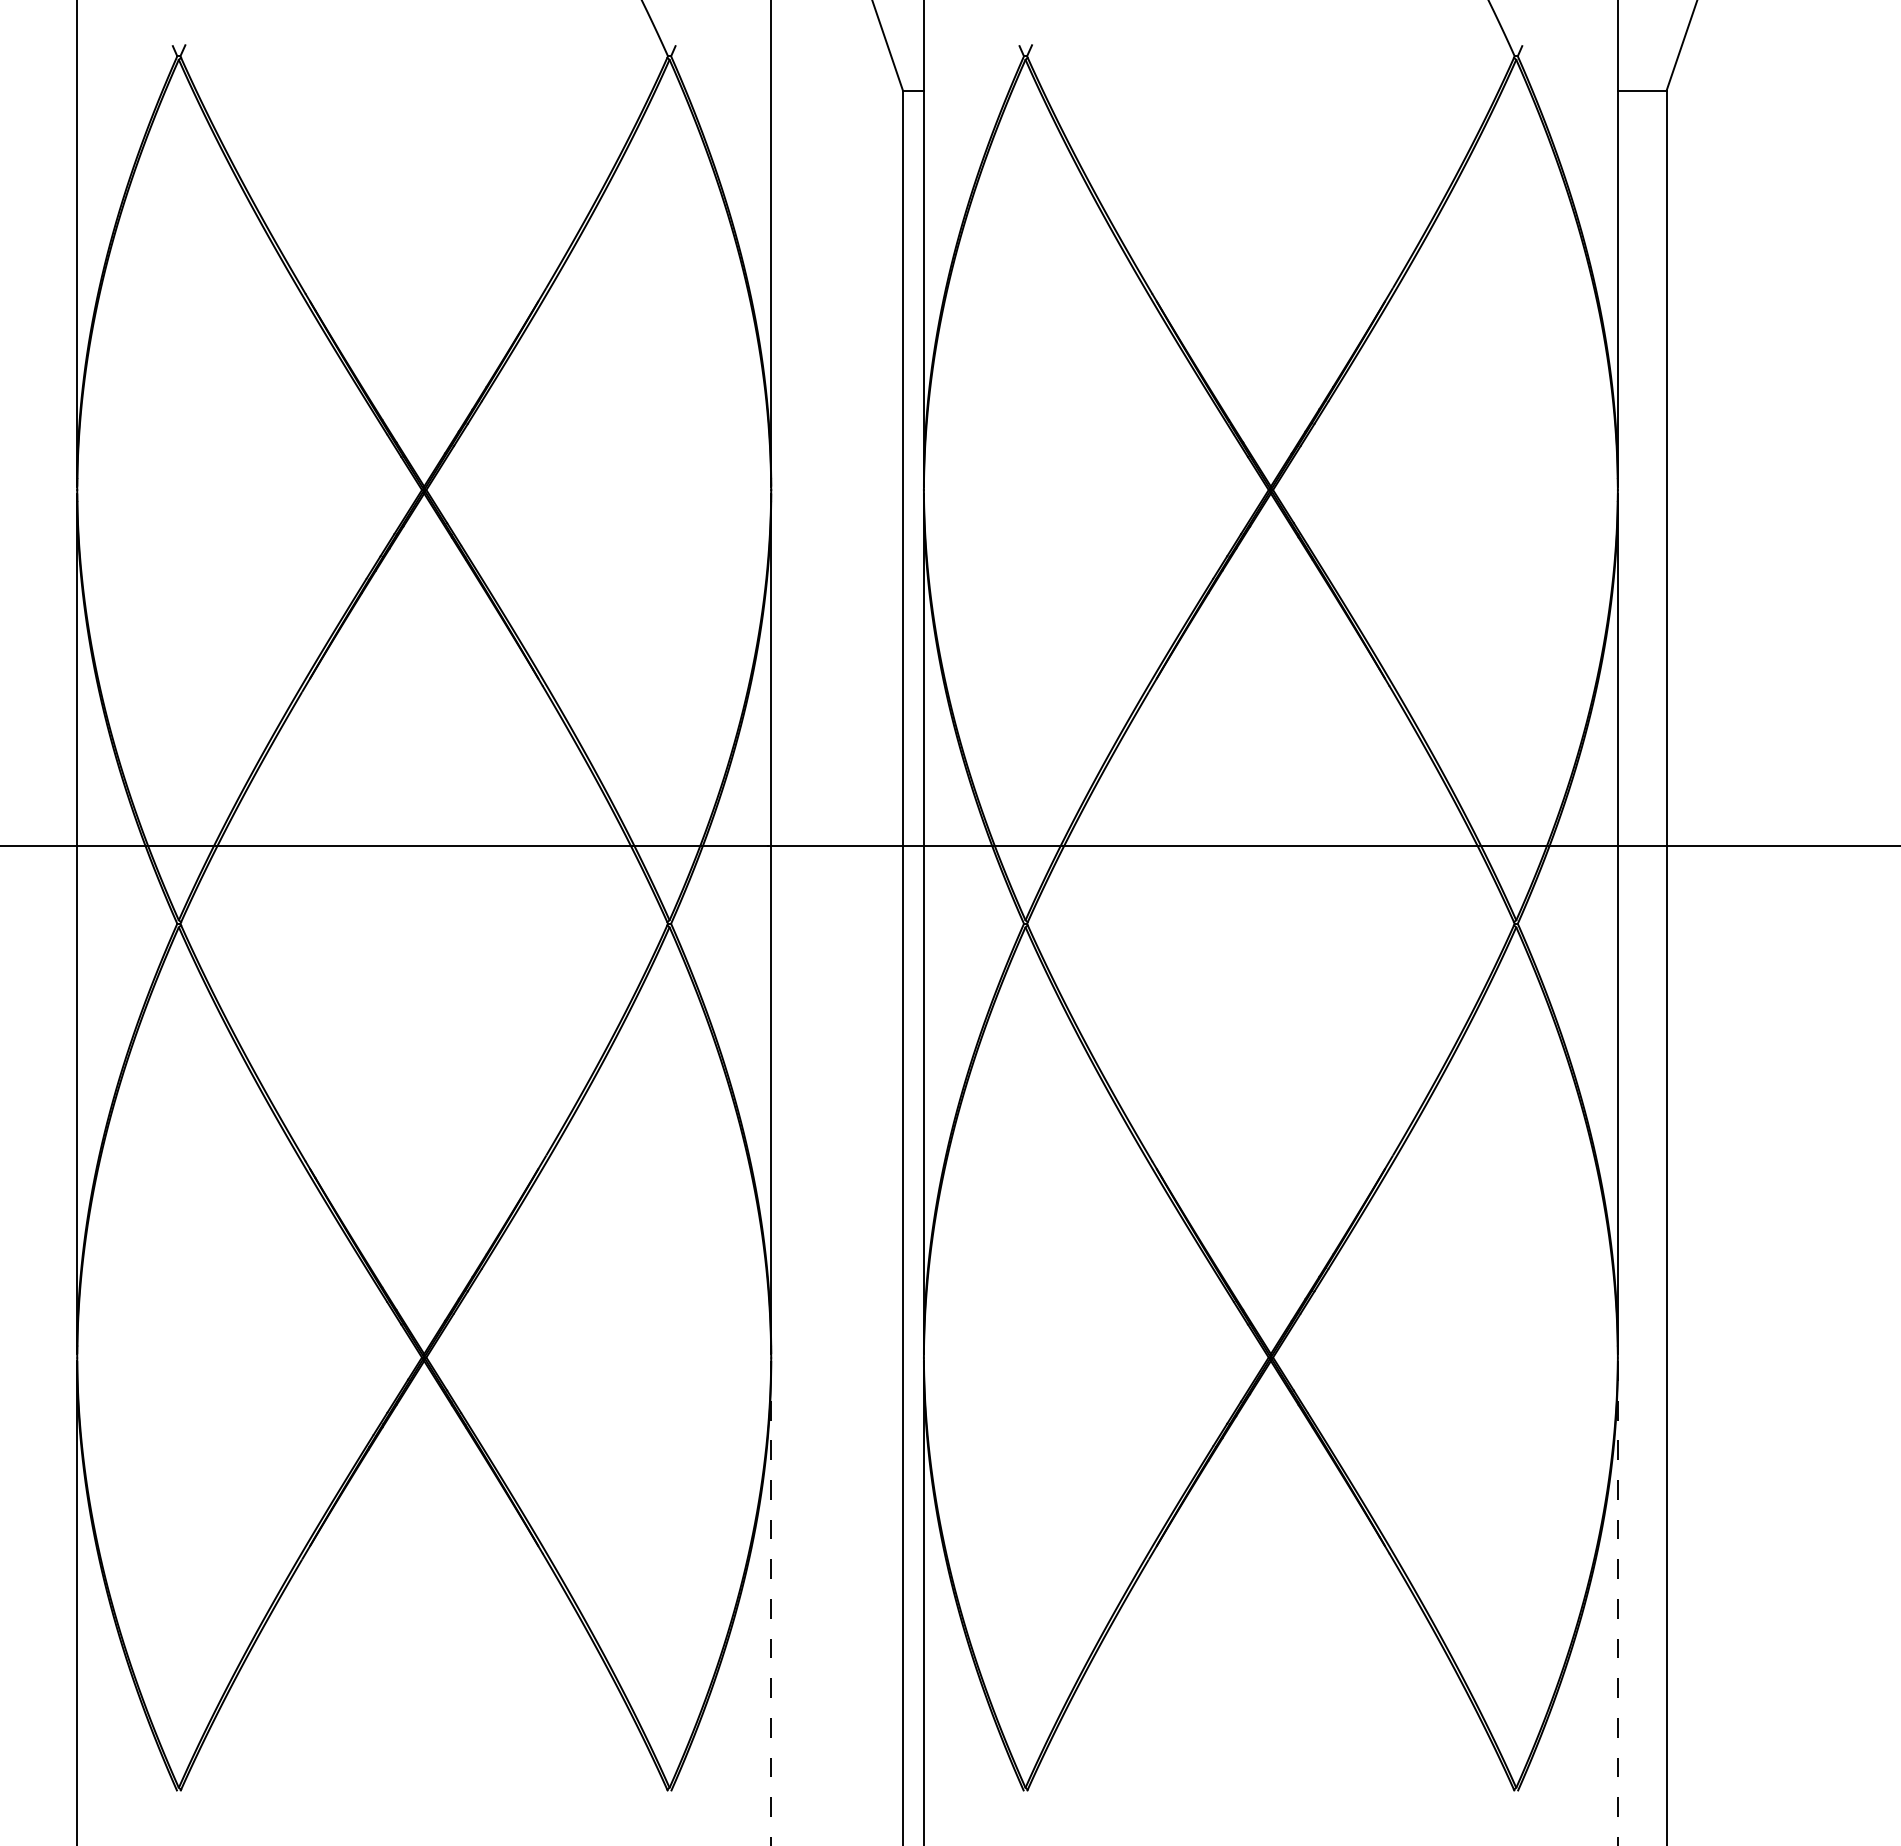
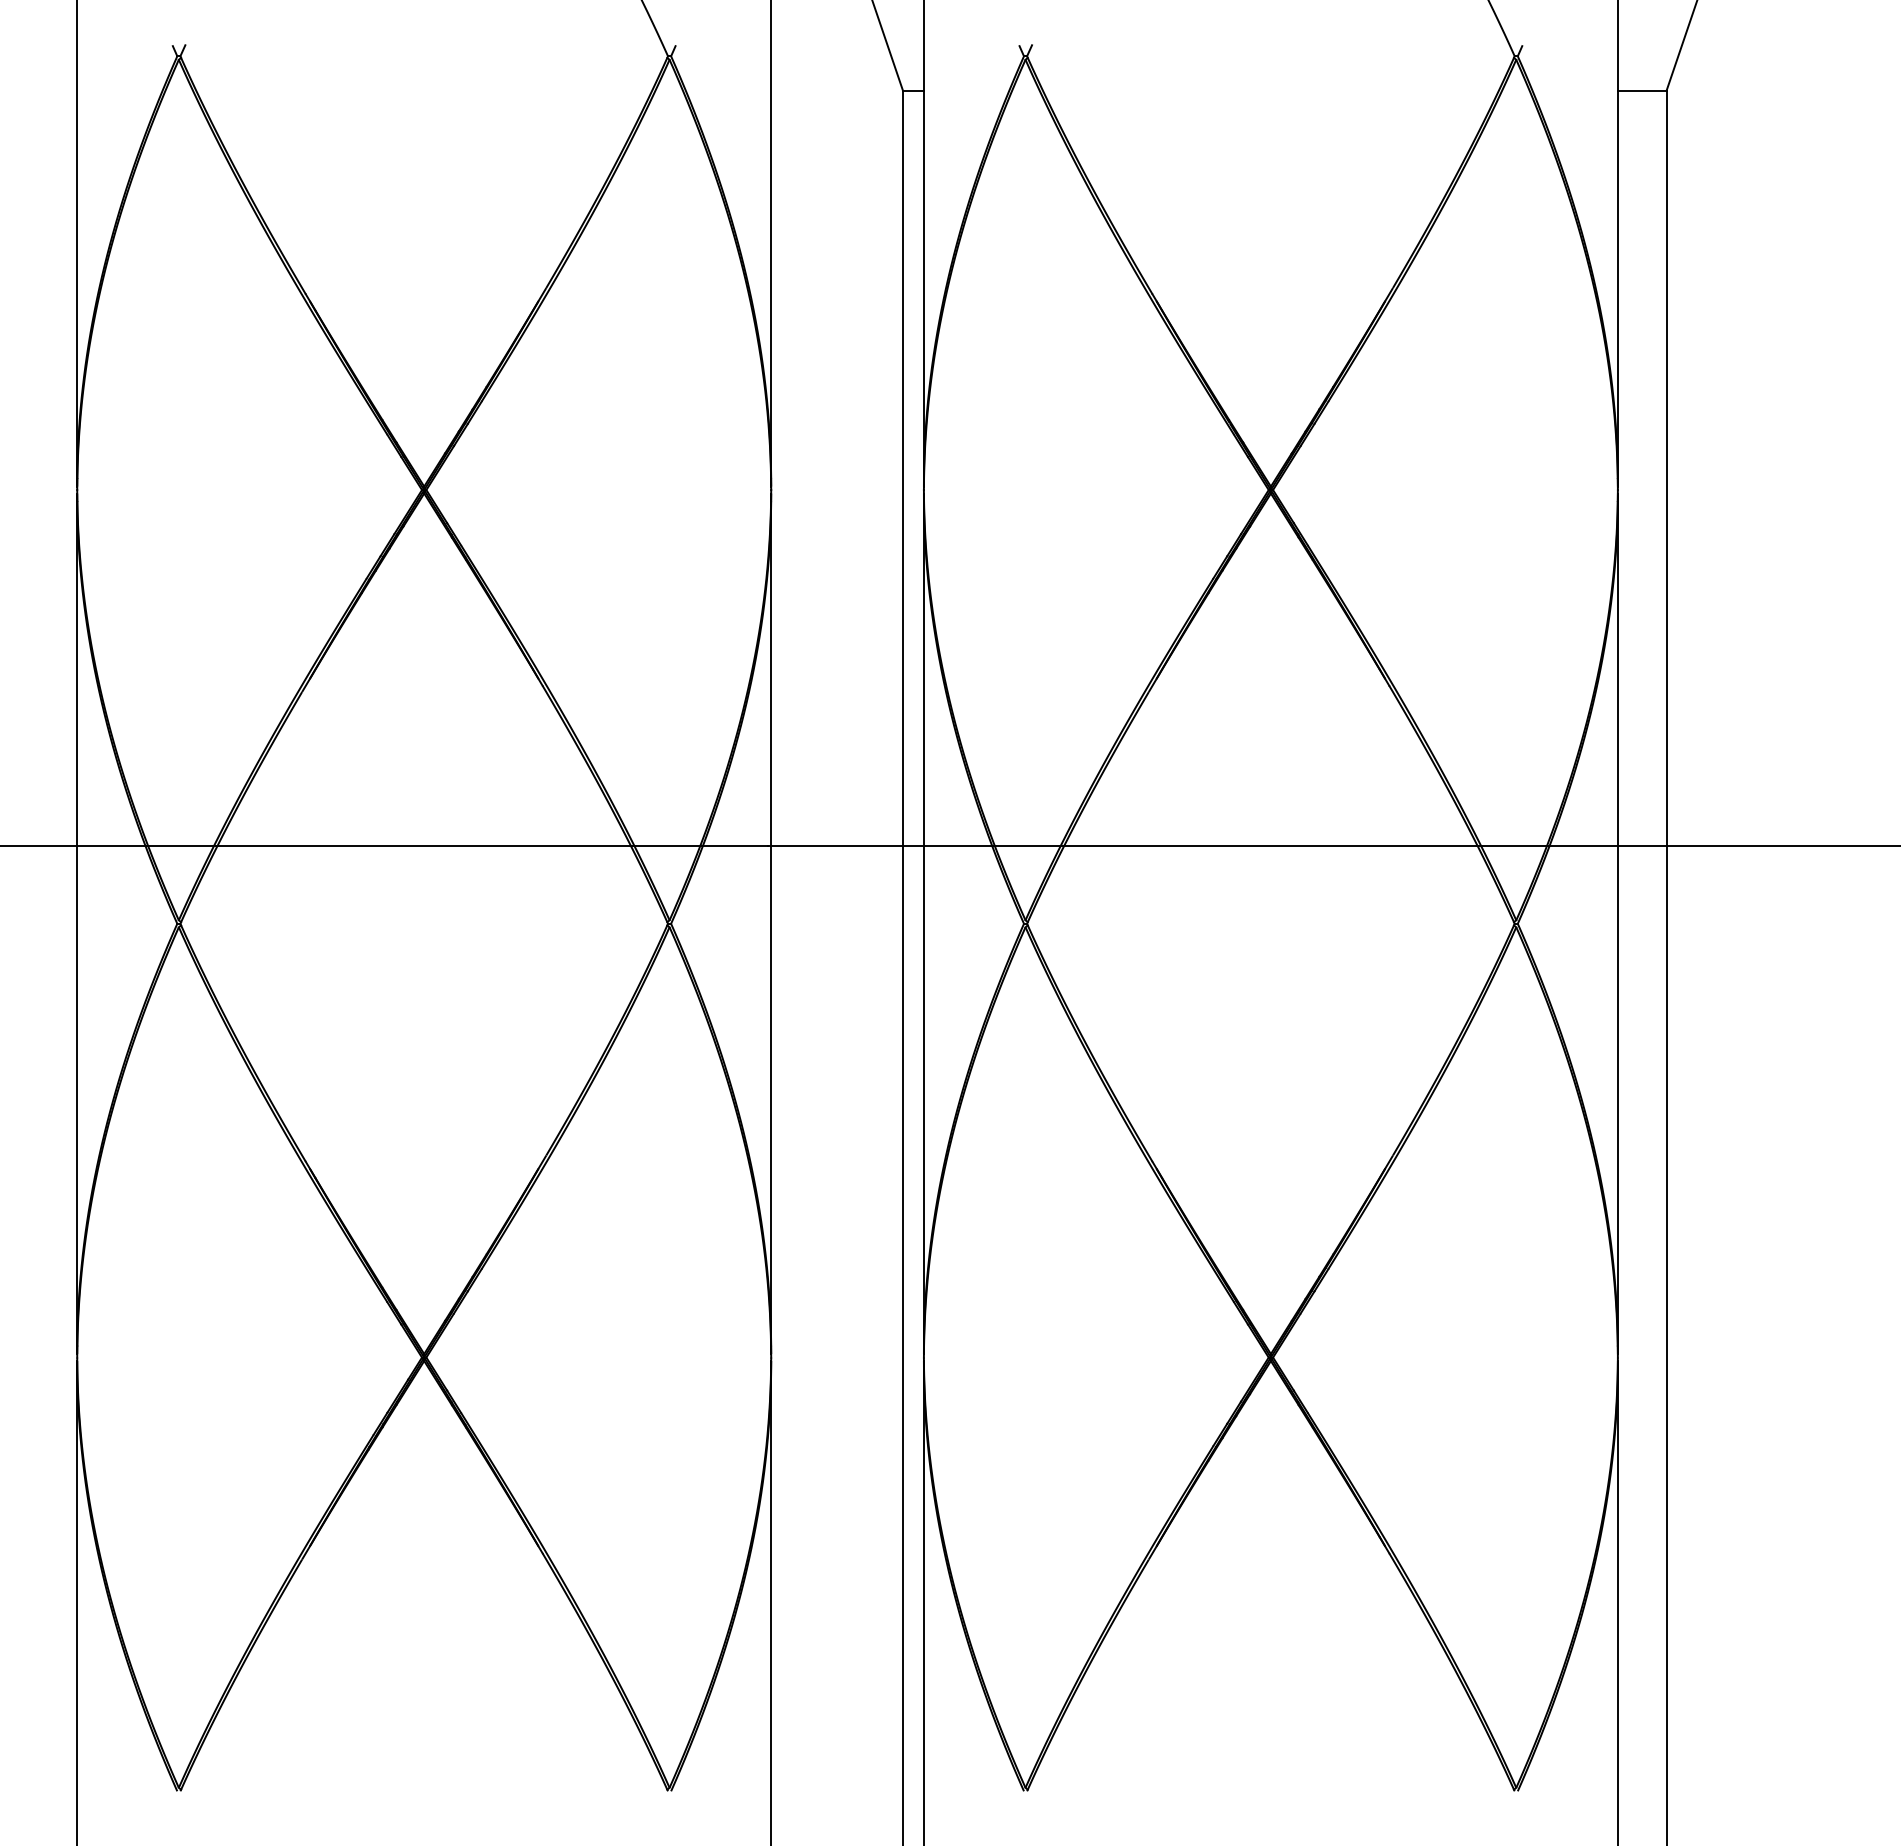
line at (771, 1603): dashed -> solid
line at (1617, 1603): dashed -> solid
